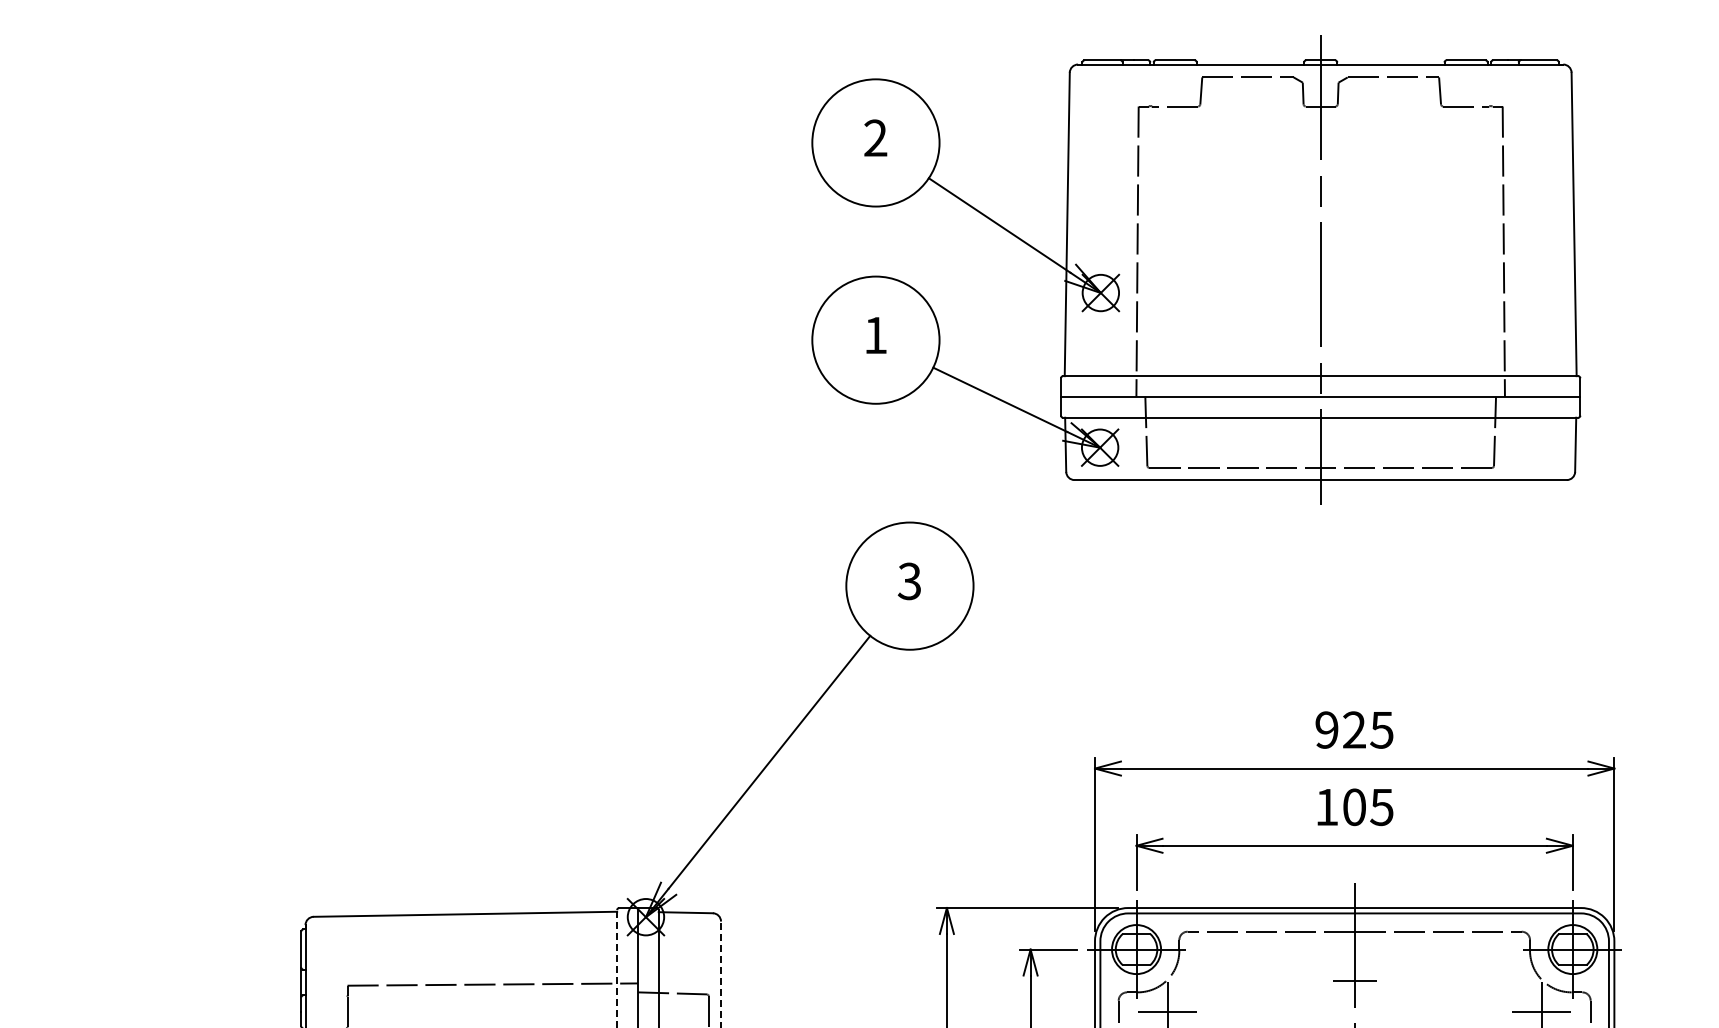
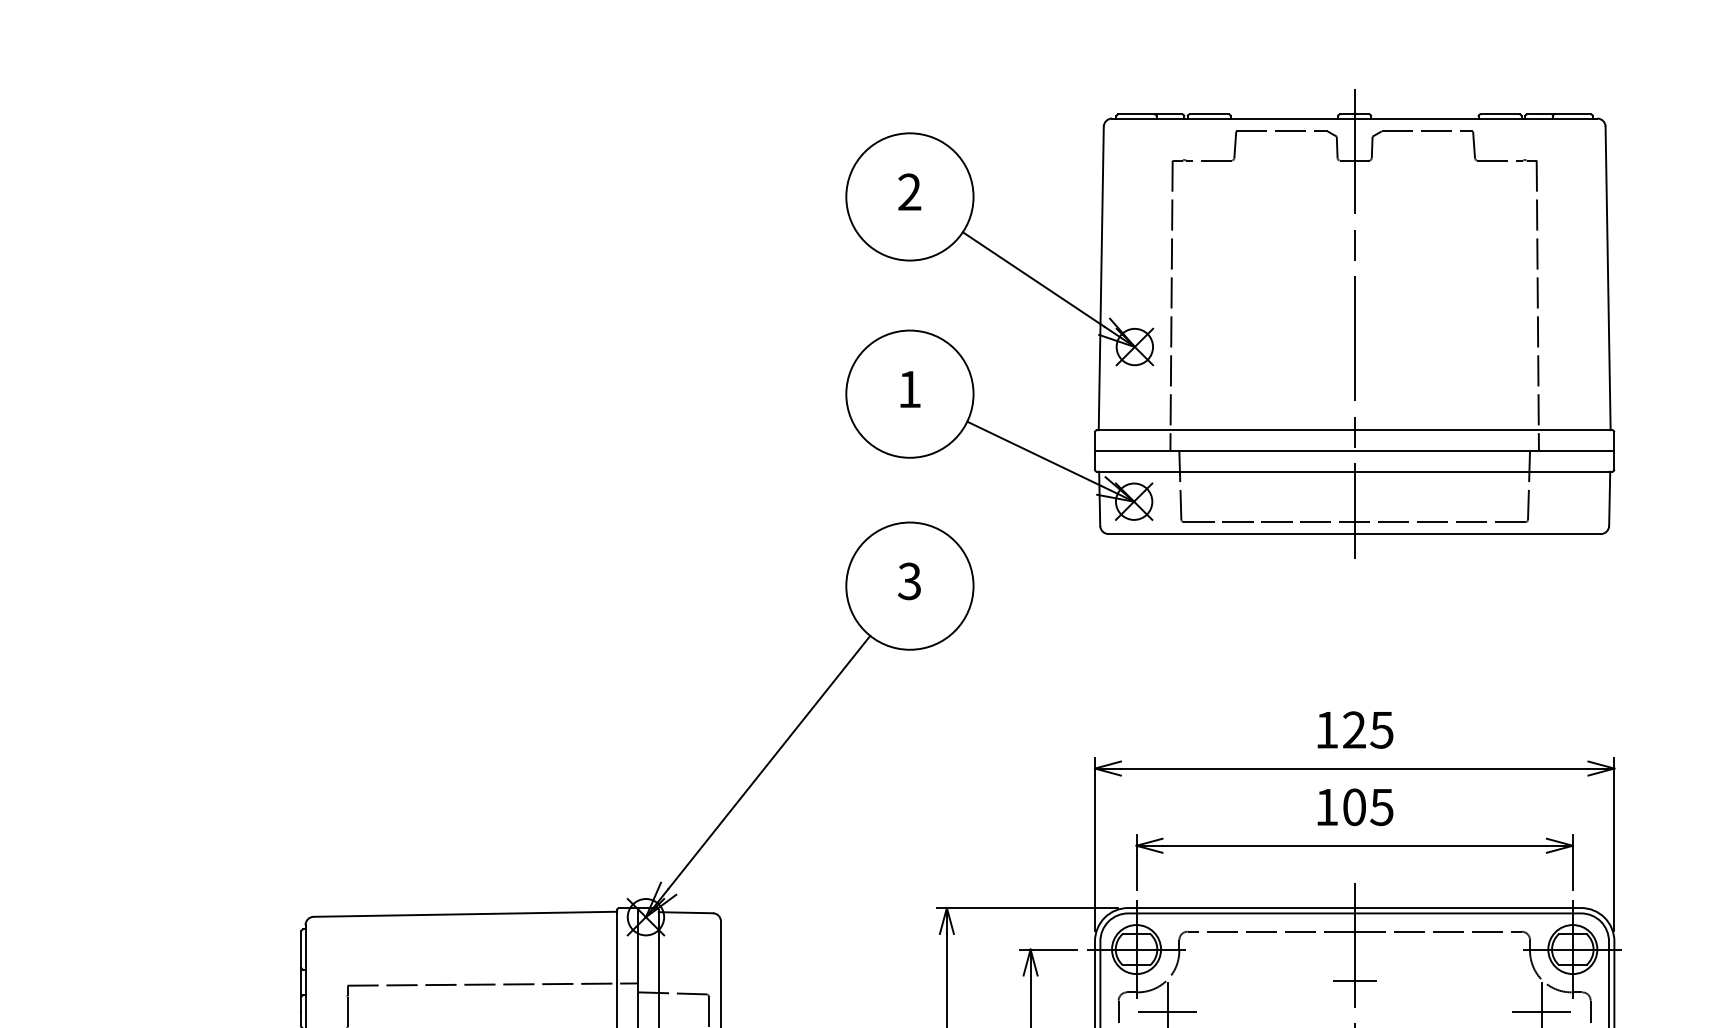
part at (1196, 269) position: (1196, 269) -> (1230, 323)
text at (1326, 729): 925 -> 125
line at (617, 968): dashed -> solid
line at (721, 974): dashed -> solid
